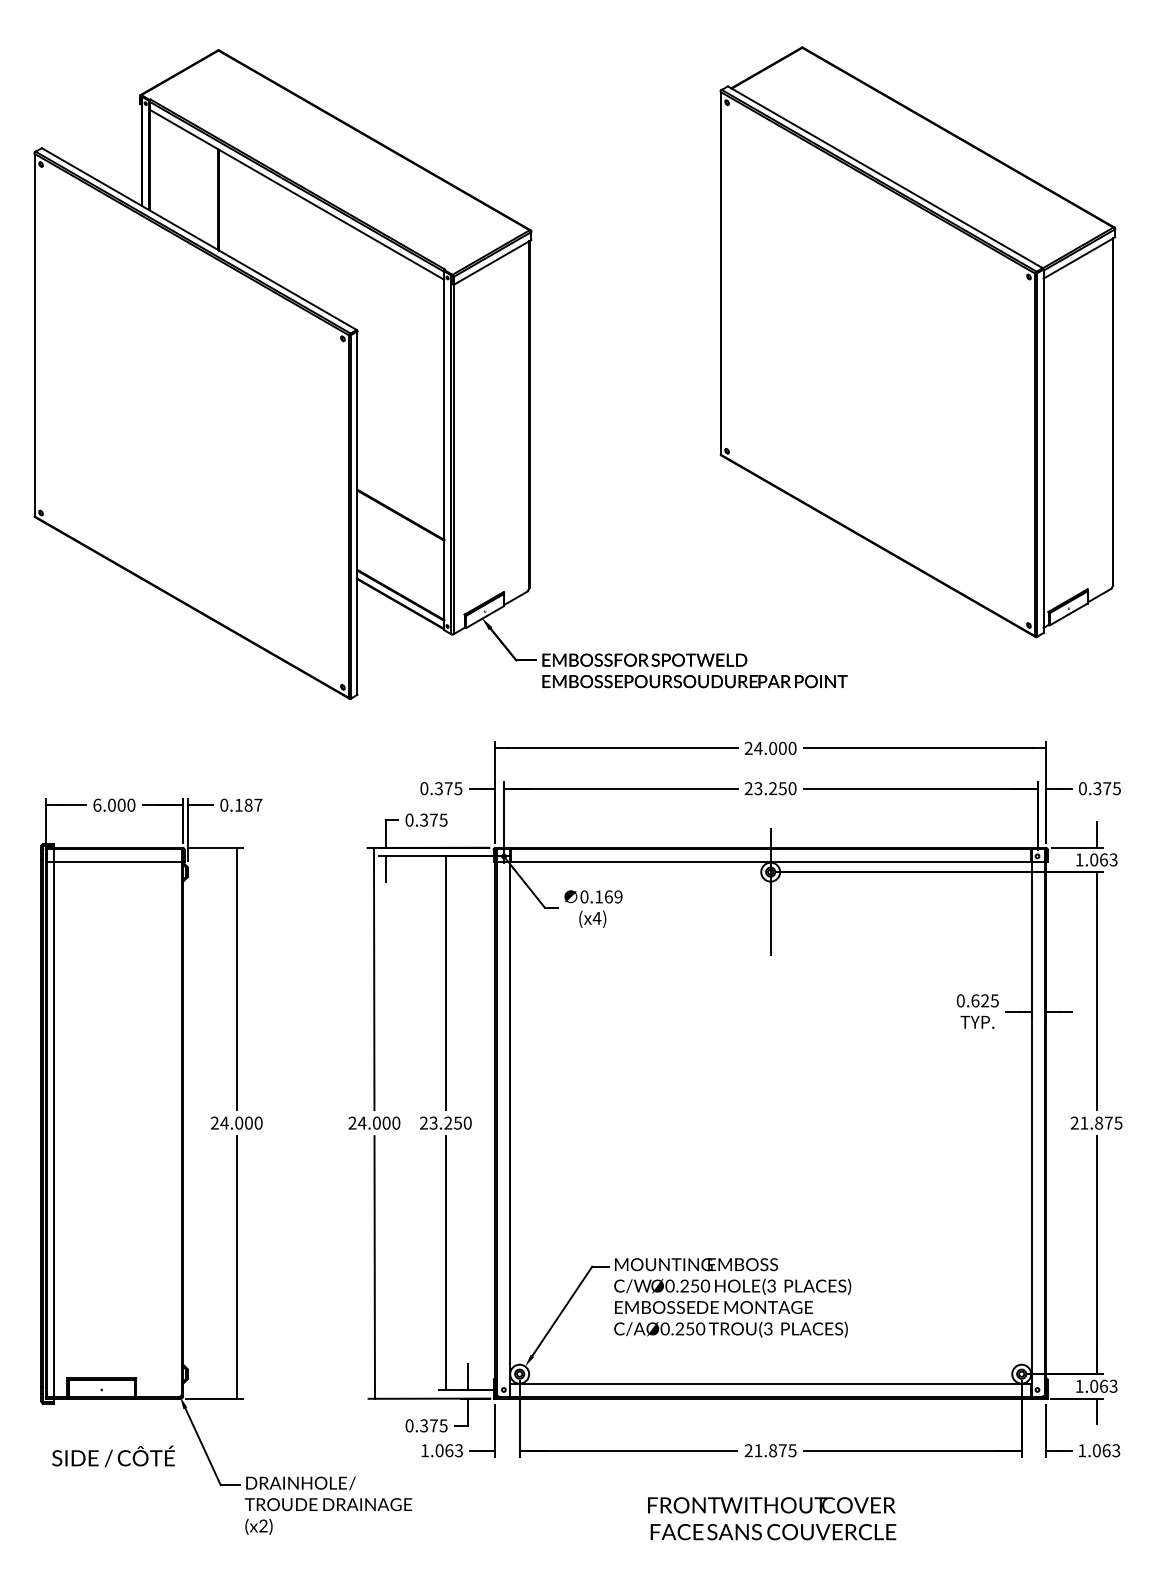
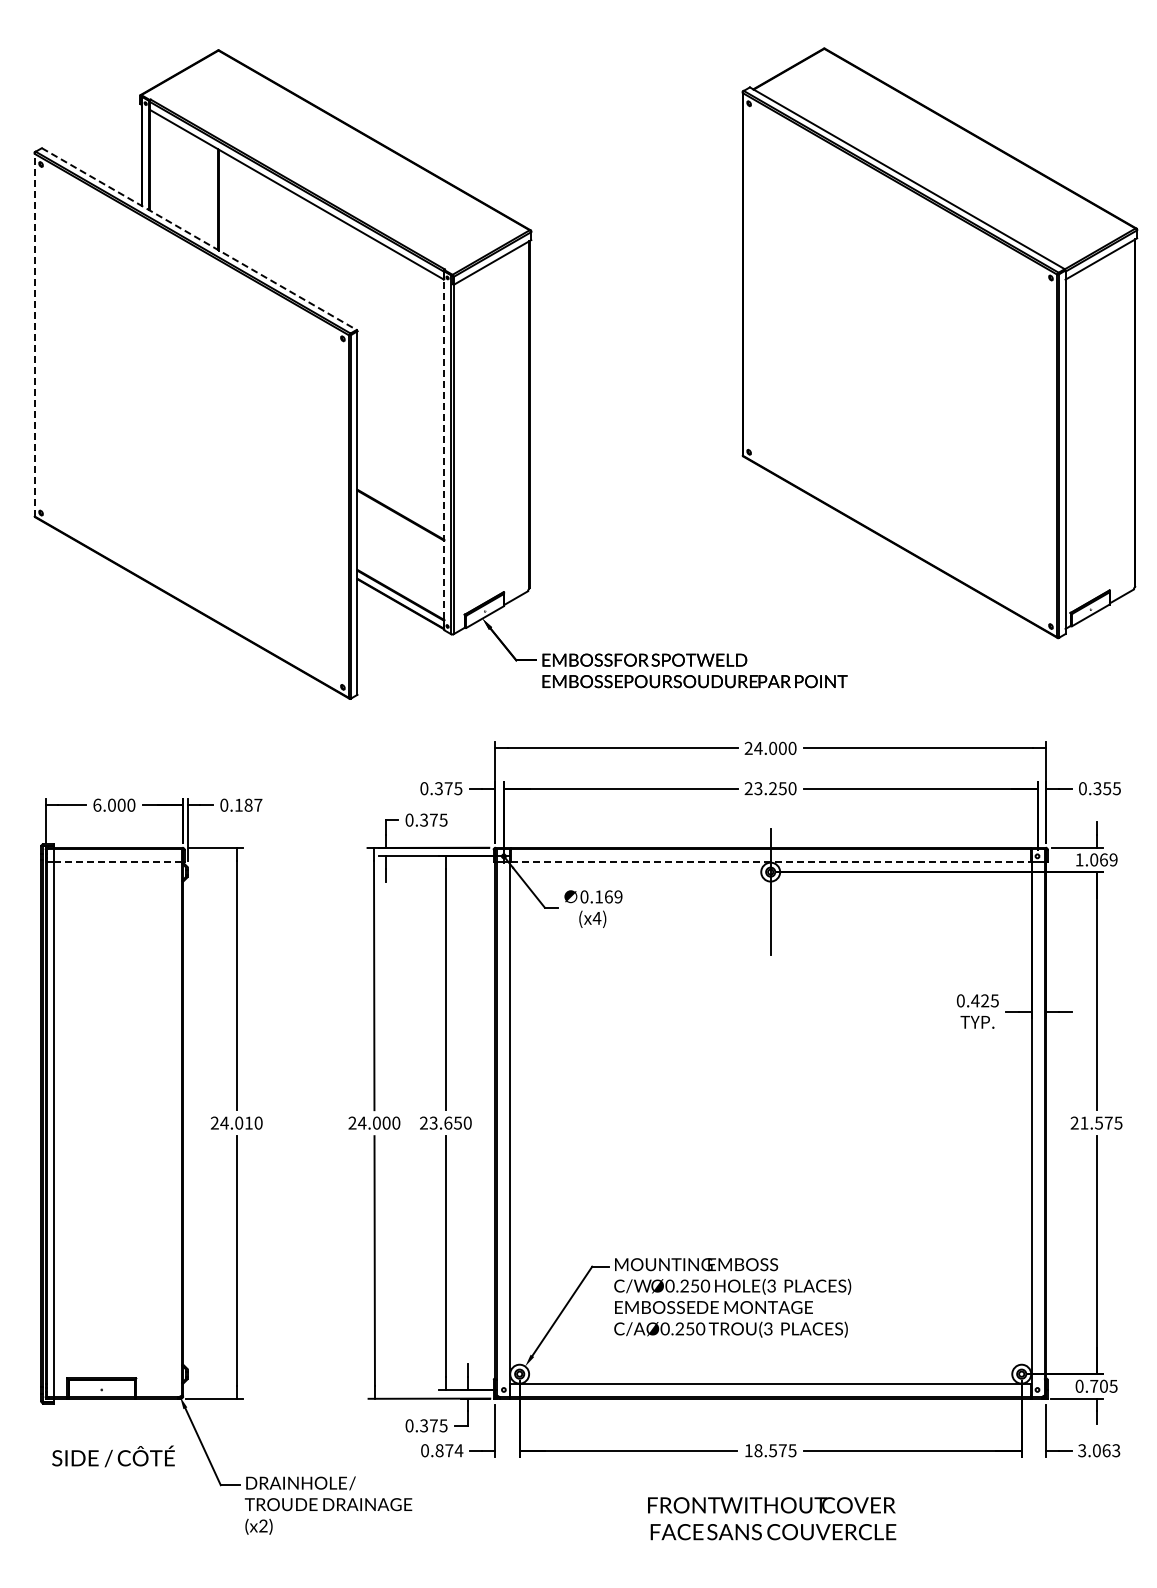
line at (199, 239): solid -> dashed
line at (34, 334): solid -> dashed
part at (917, 342) position: (917, 342) -> (939, 343)
line at (444, 451): solid -> dashed
text at (1107, 788): 0.375 -> 0.355
text at (1113, 859): 1.063 -> 1.069
line at (118, 862): solid -> dashed
line at (770, 862): solid -> dashed
text at (975, 1000): 0.625 -> 0.425
text at (248, 1122): 24.000 -> 24.010
text at (448, 1122): 23.250 -> 23.650
text at (1099, 1122): 21.875 -> 21.575
text at (1096, 1385): 1.063 -> 0.705
text at (442, 1450): 1.063 -> 0.874
text at (760, 1450): 21.875 -> 18.575
text at (1082, 1450): 1.063 -> 3.063
